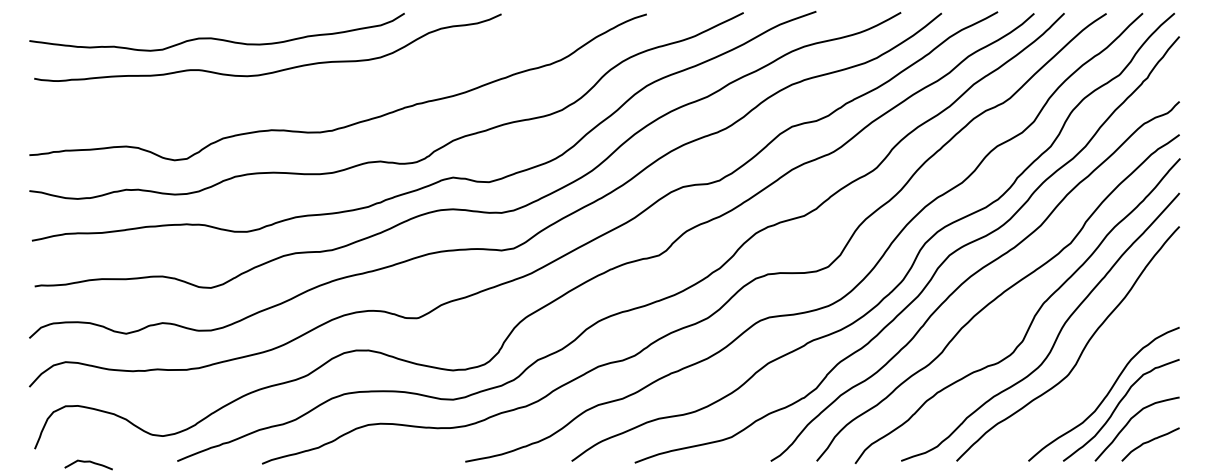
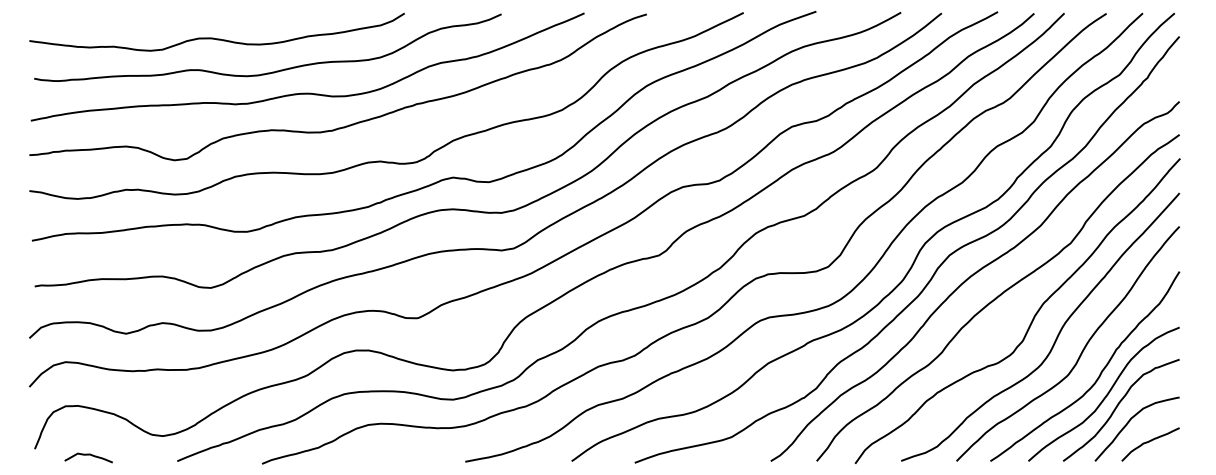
curve at (307, 92): none -> present
curve at (1099, 374): none -> present
curve at (88, 462) position: (88, 462) -> (88, 455)
